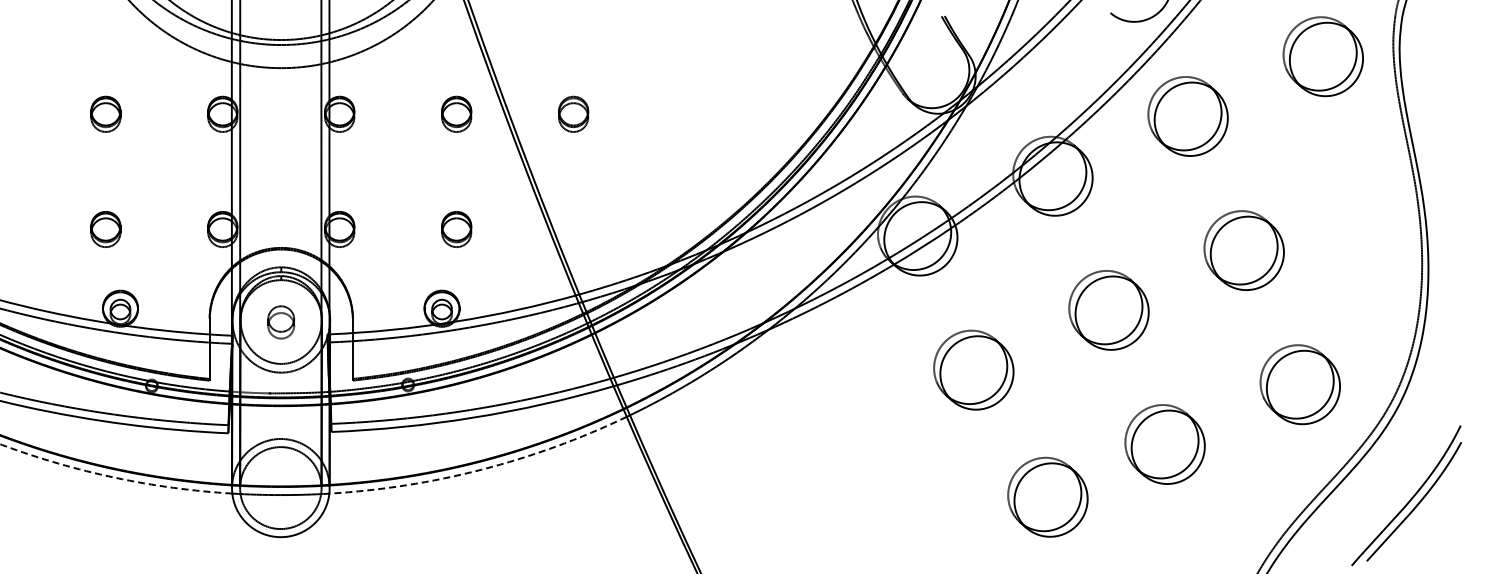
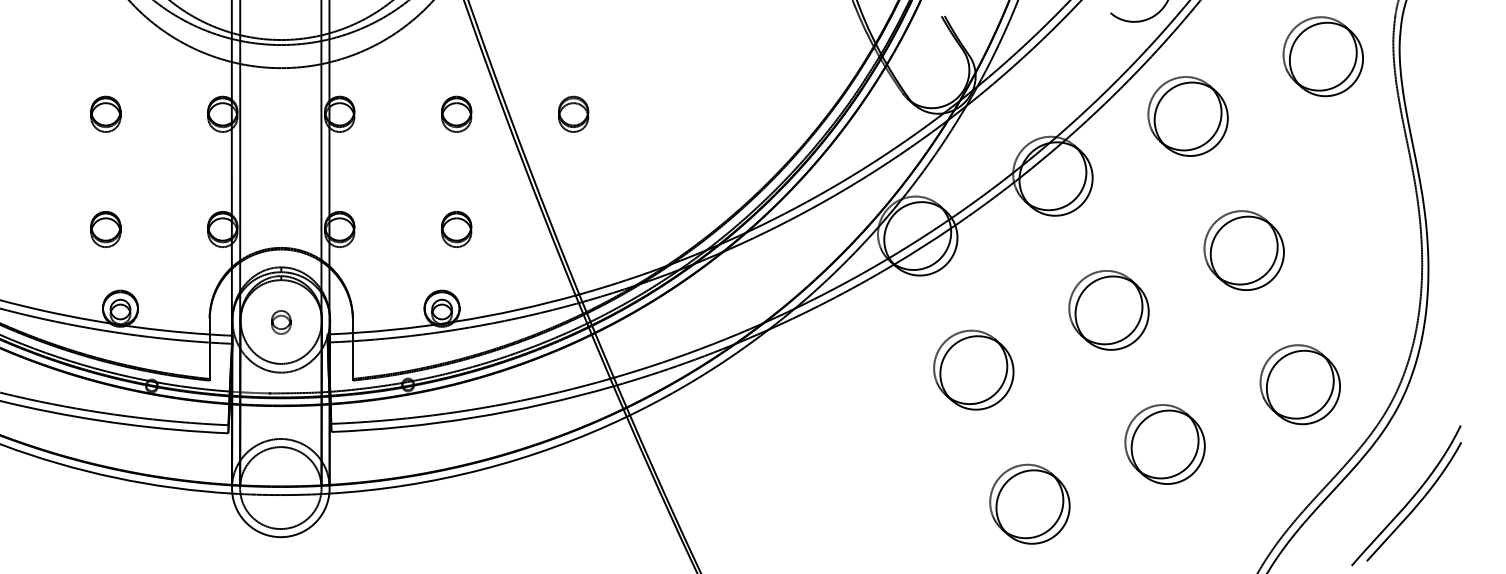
part at (281, 322) size: 29x35 px -> 21x25 px
arc at (481, 469): dashed -> solid
arc at (114, 477): dashed -> solid
part at (1047, 496) position: (1047, 496) -> (1029, 503)
